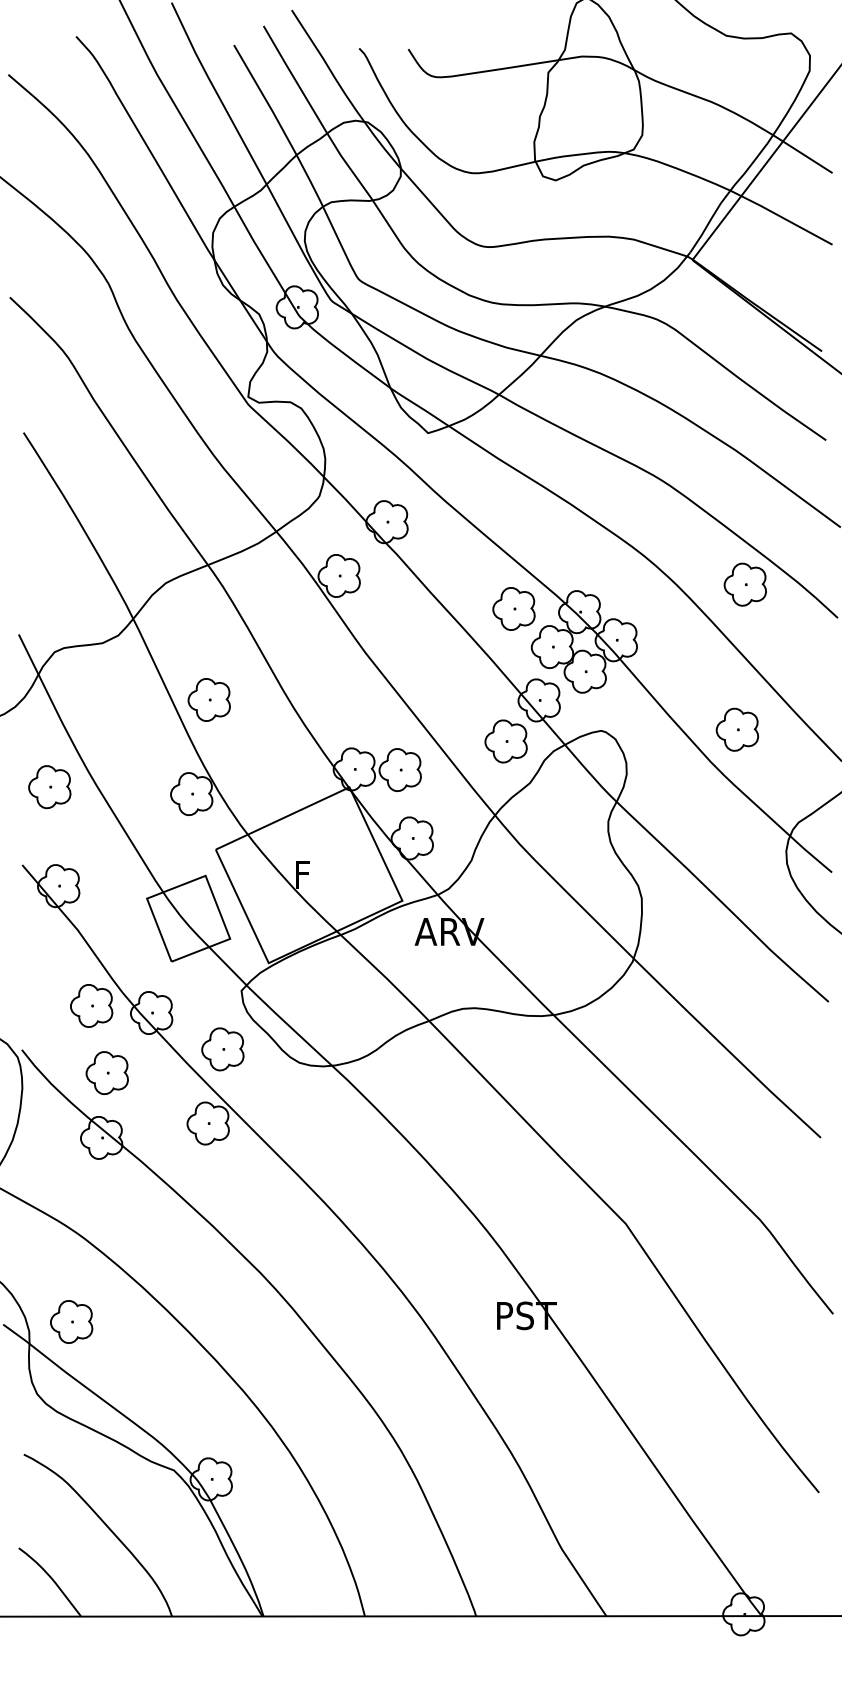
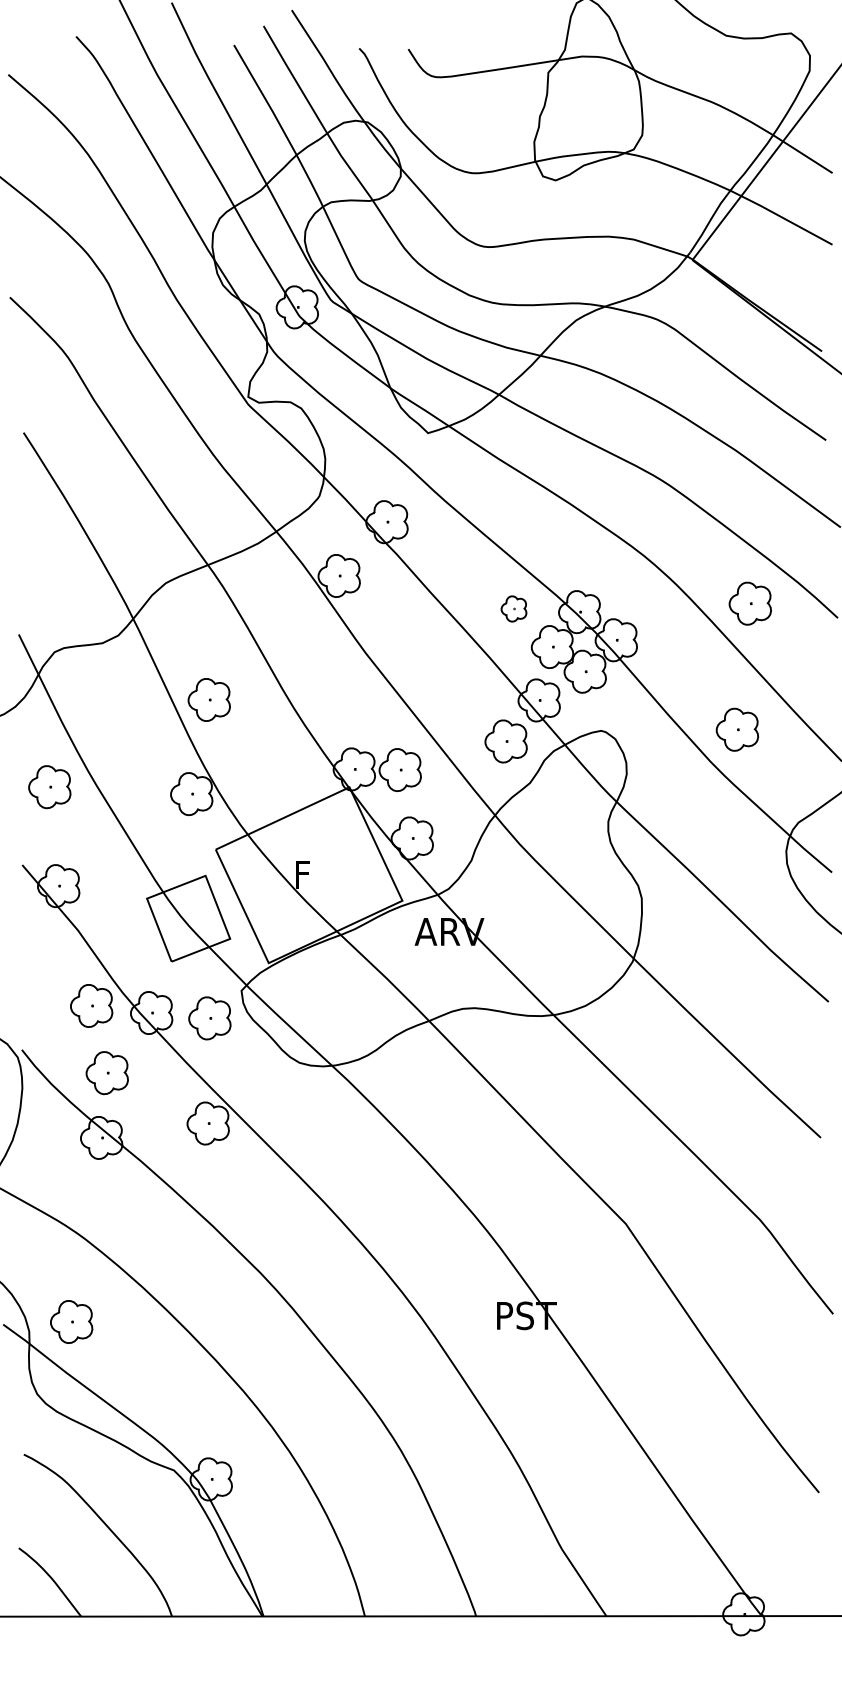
part at (744, 584) position: (744, 584) -> (749, 603)
part at (513, 608) size: 44x44 px -> 28x28 px
part at (222, 1049) position: (222, 1049) -> (209, 1018)
